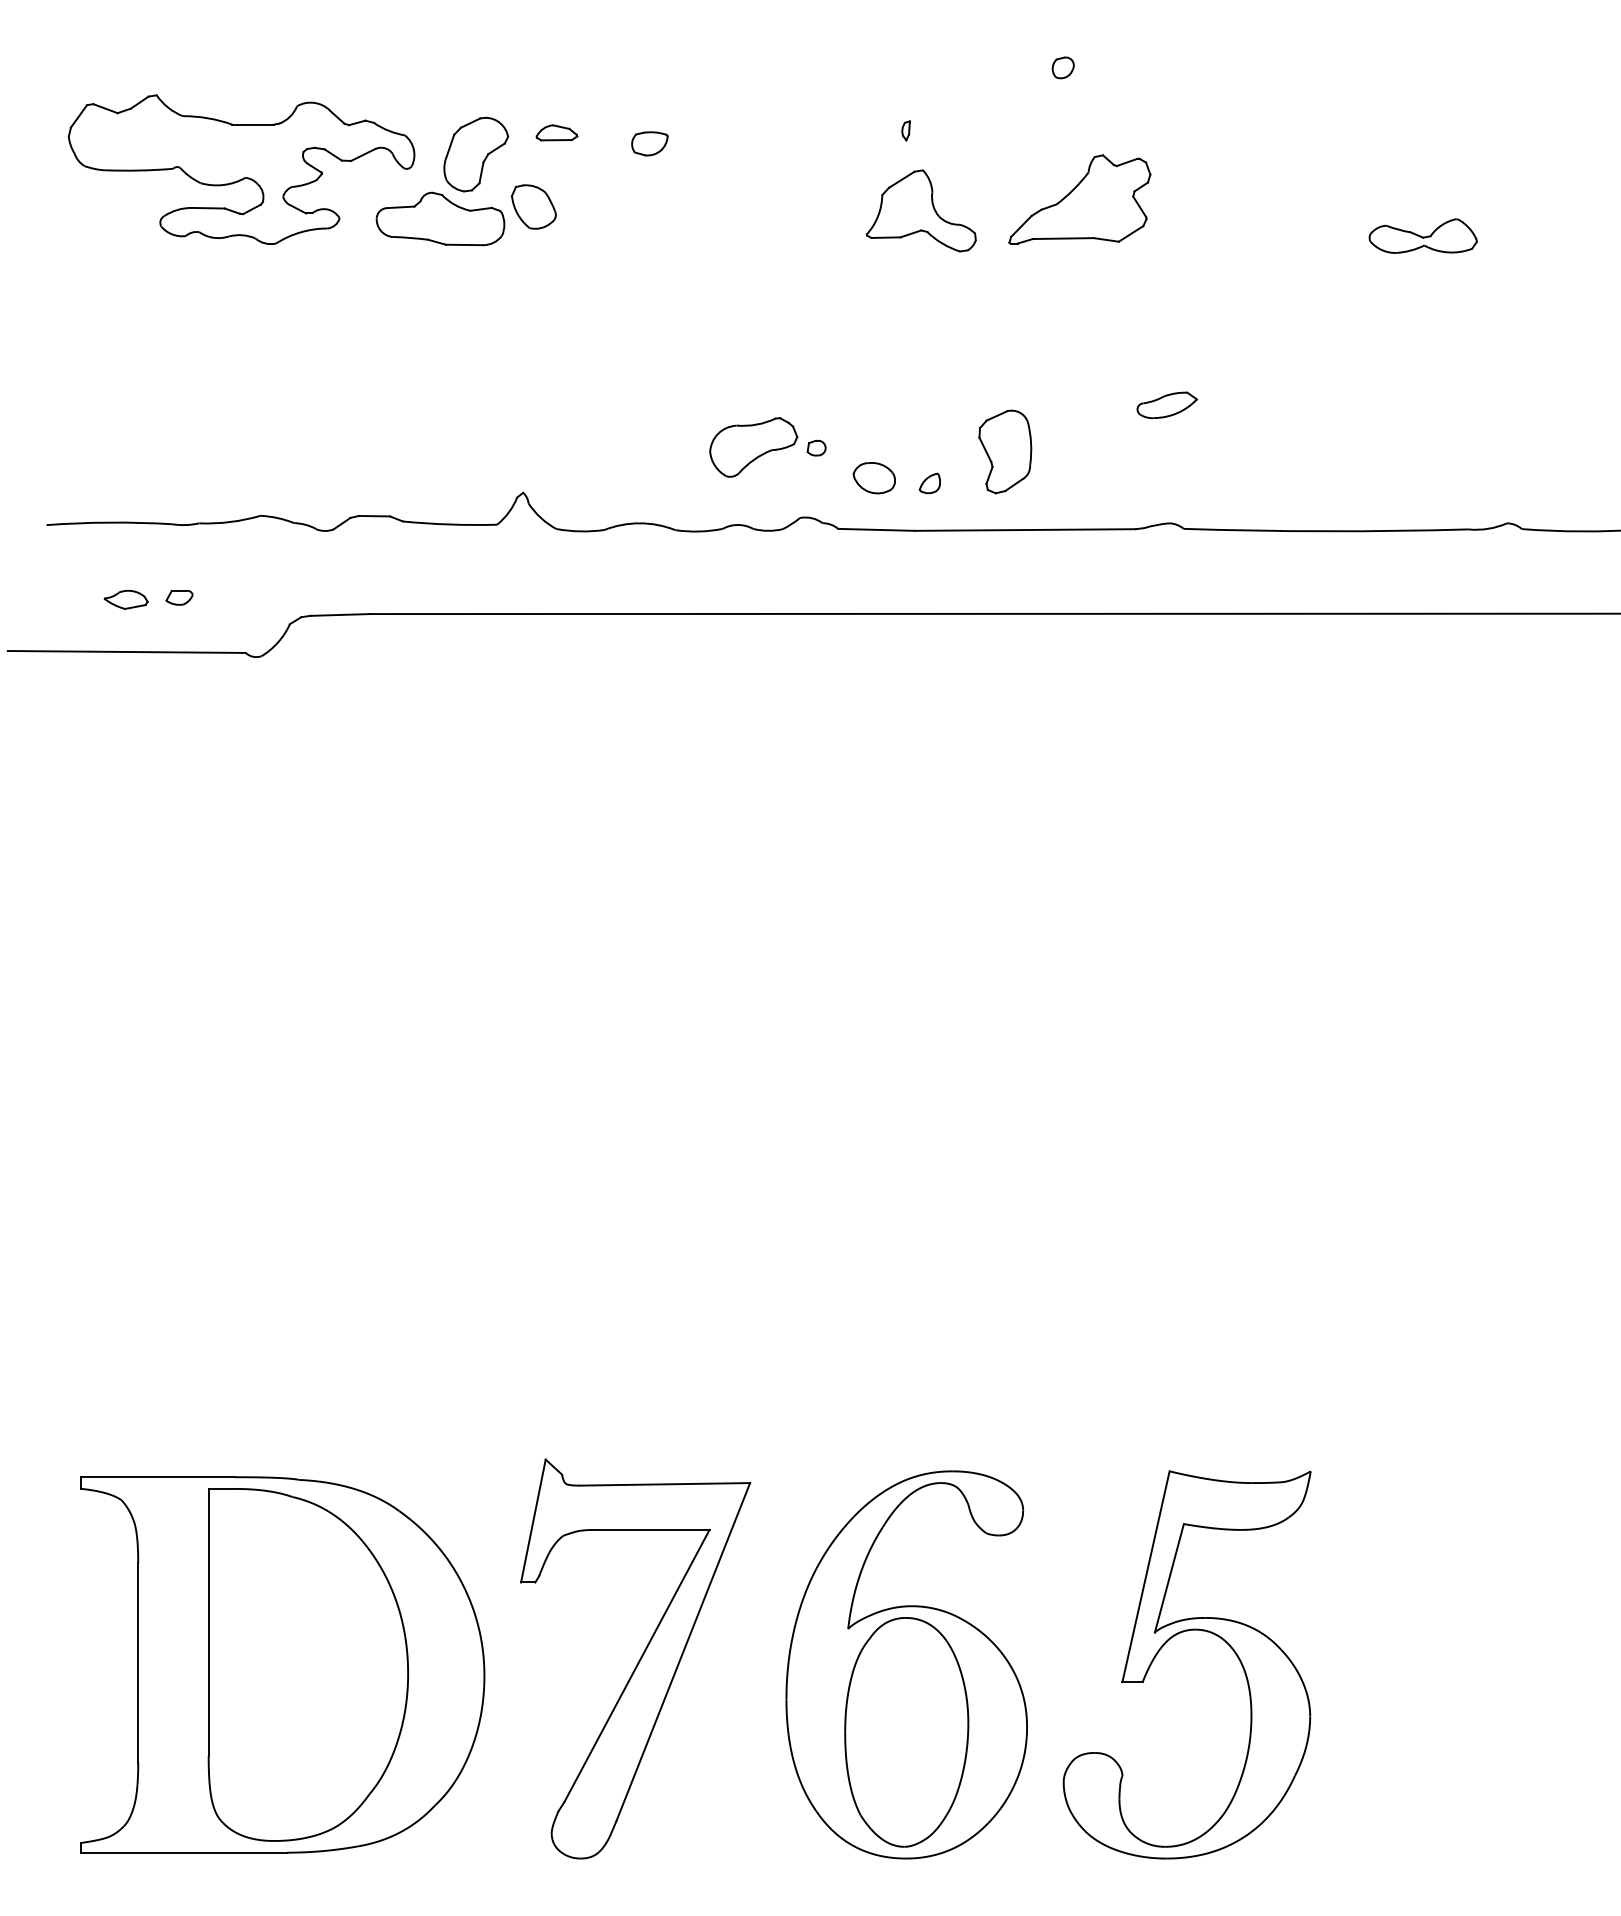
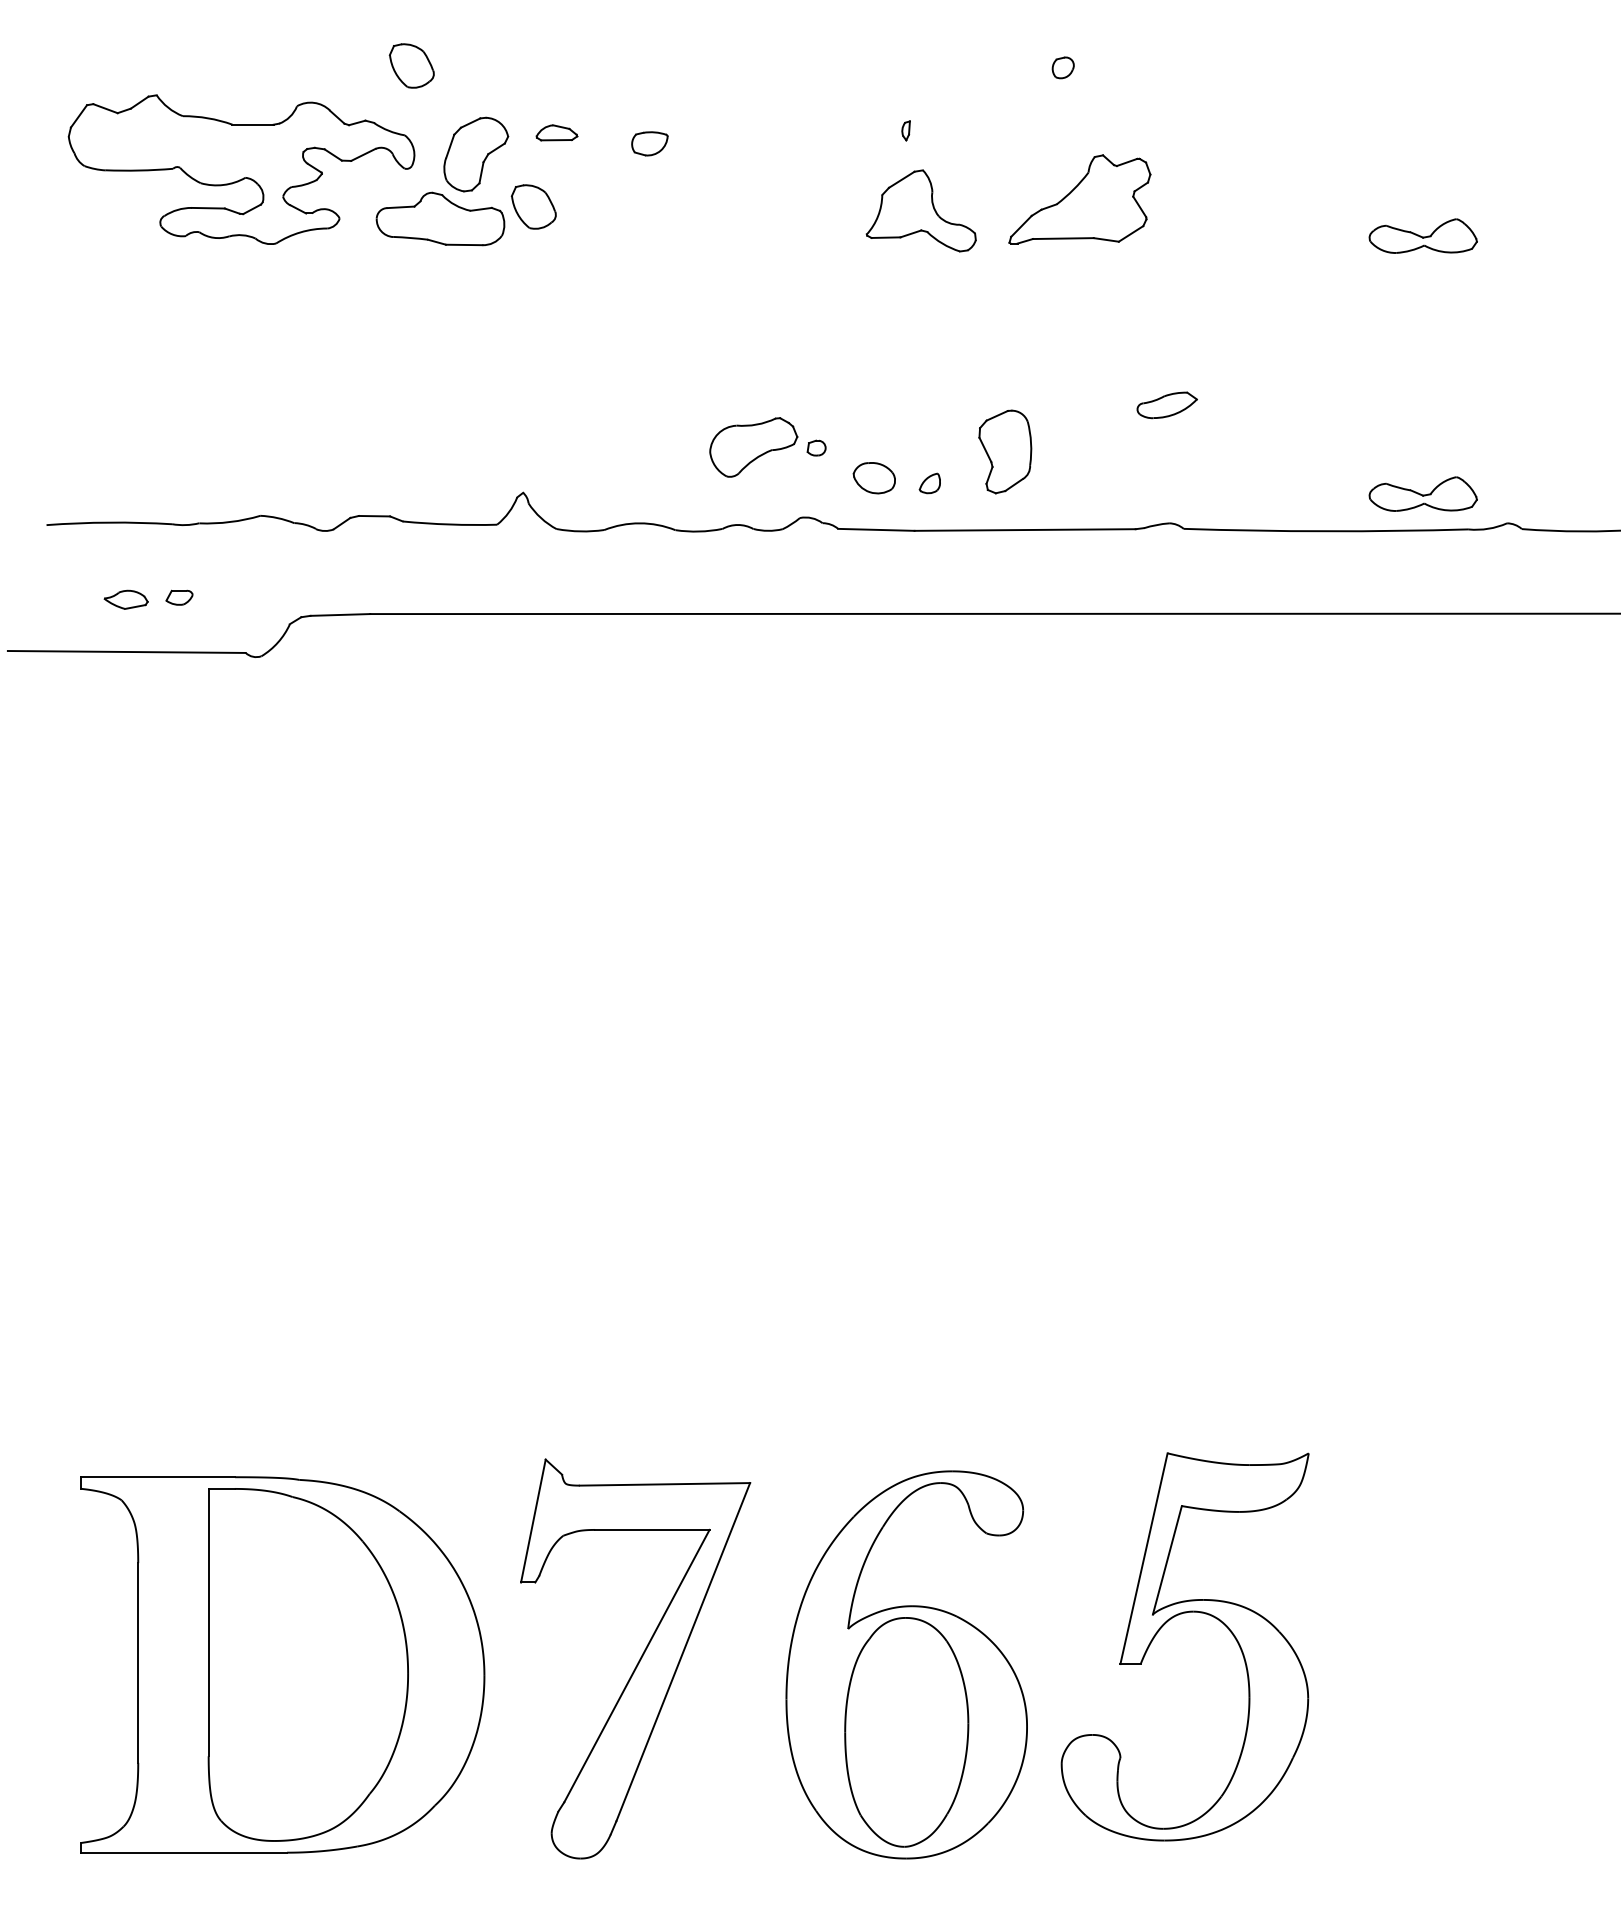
part at (411, 65): none -> present
part at (1422, 493): none -> present
part at (1166, 1643) position: (1166, 1643) -> (1164, 1625)
